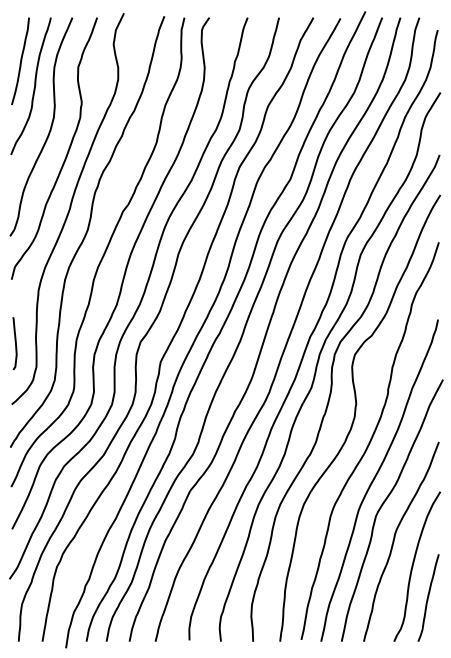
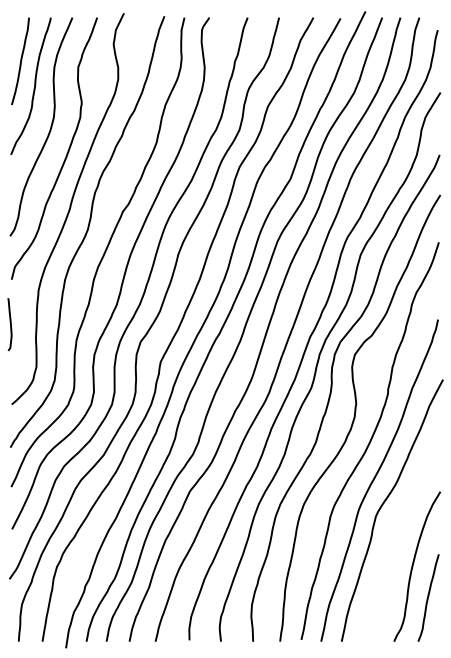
curve at (15, 343) position: (15, 343) -> (10, 324)
curve at (395, 538): present -> none
